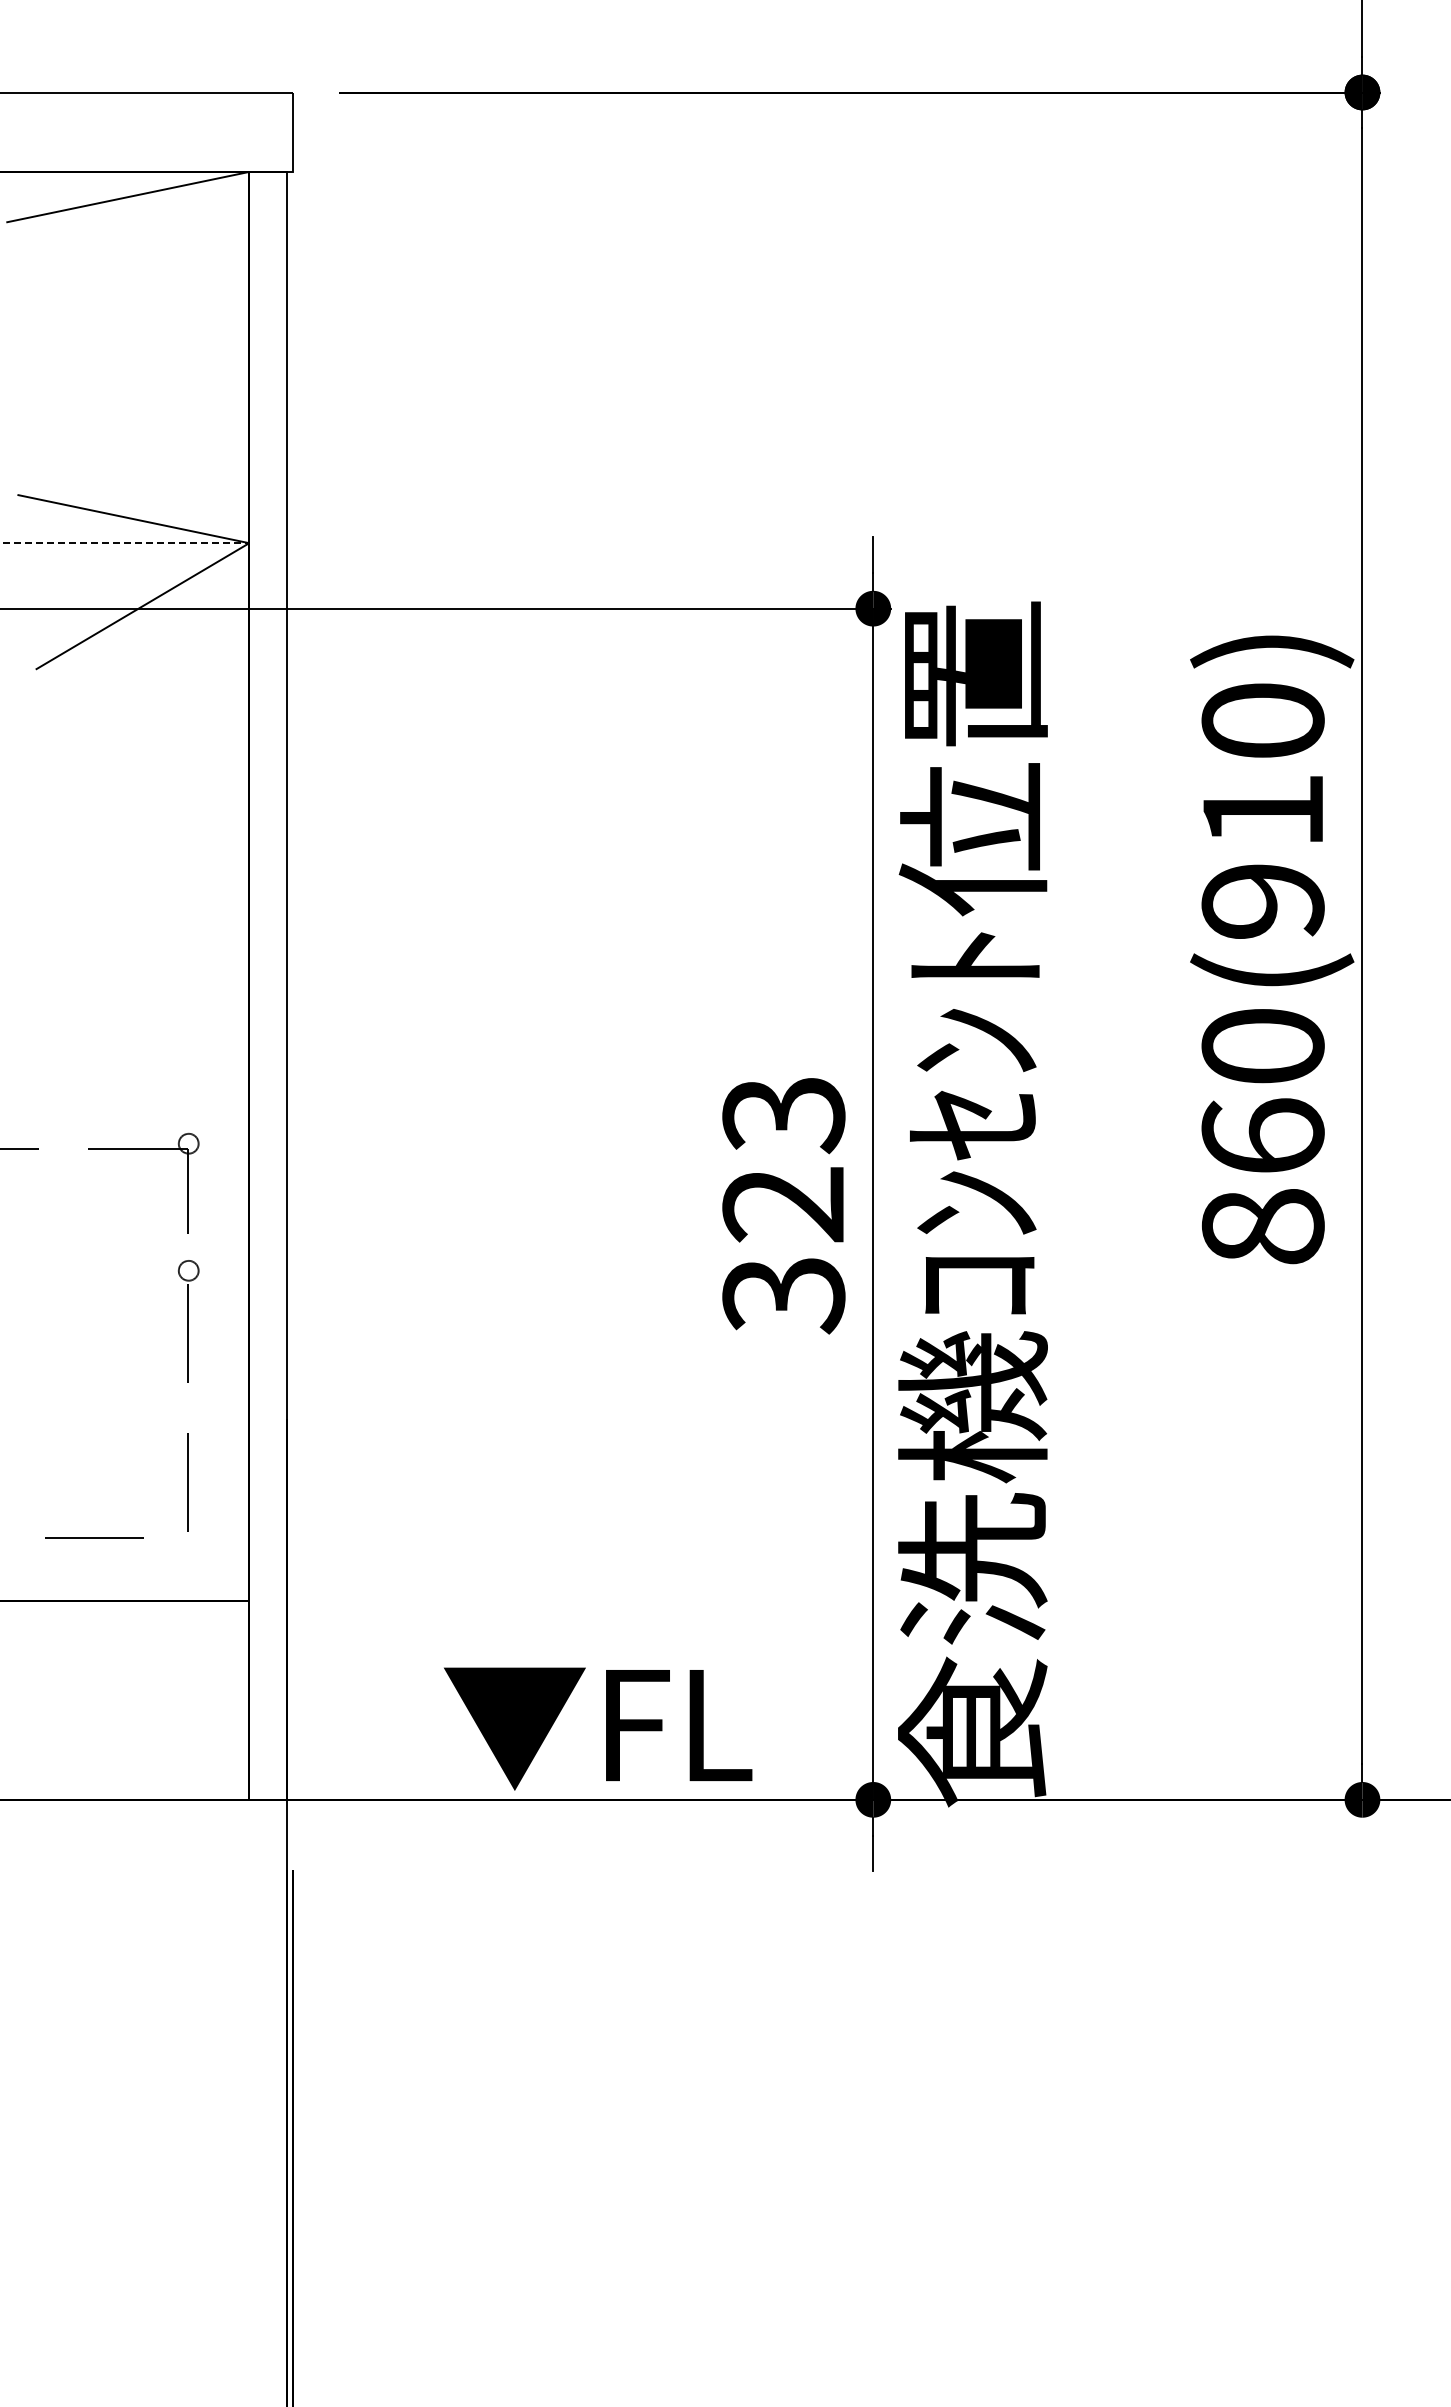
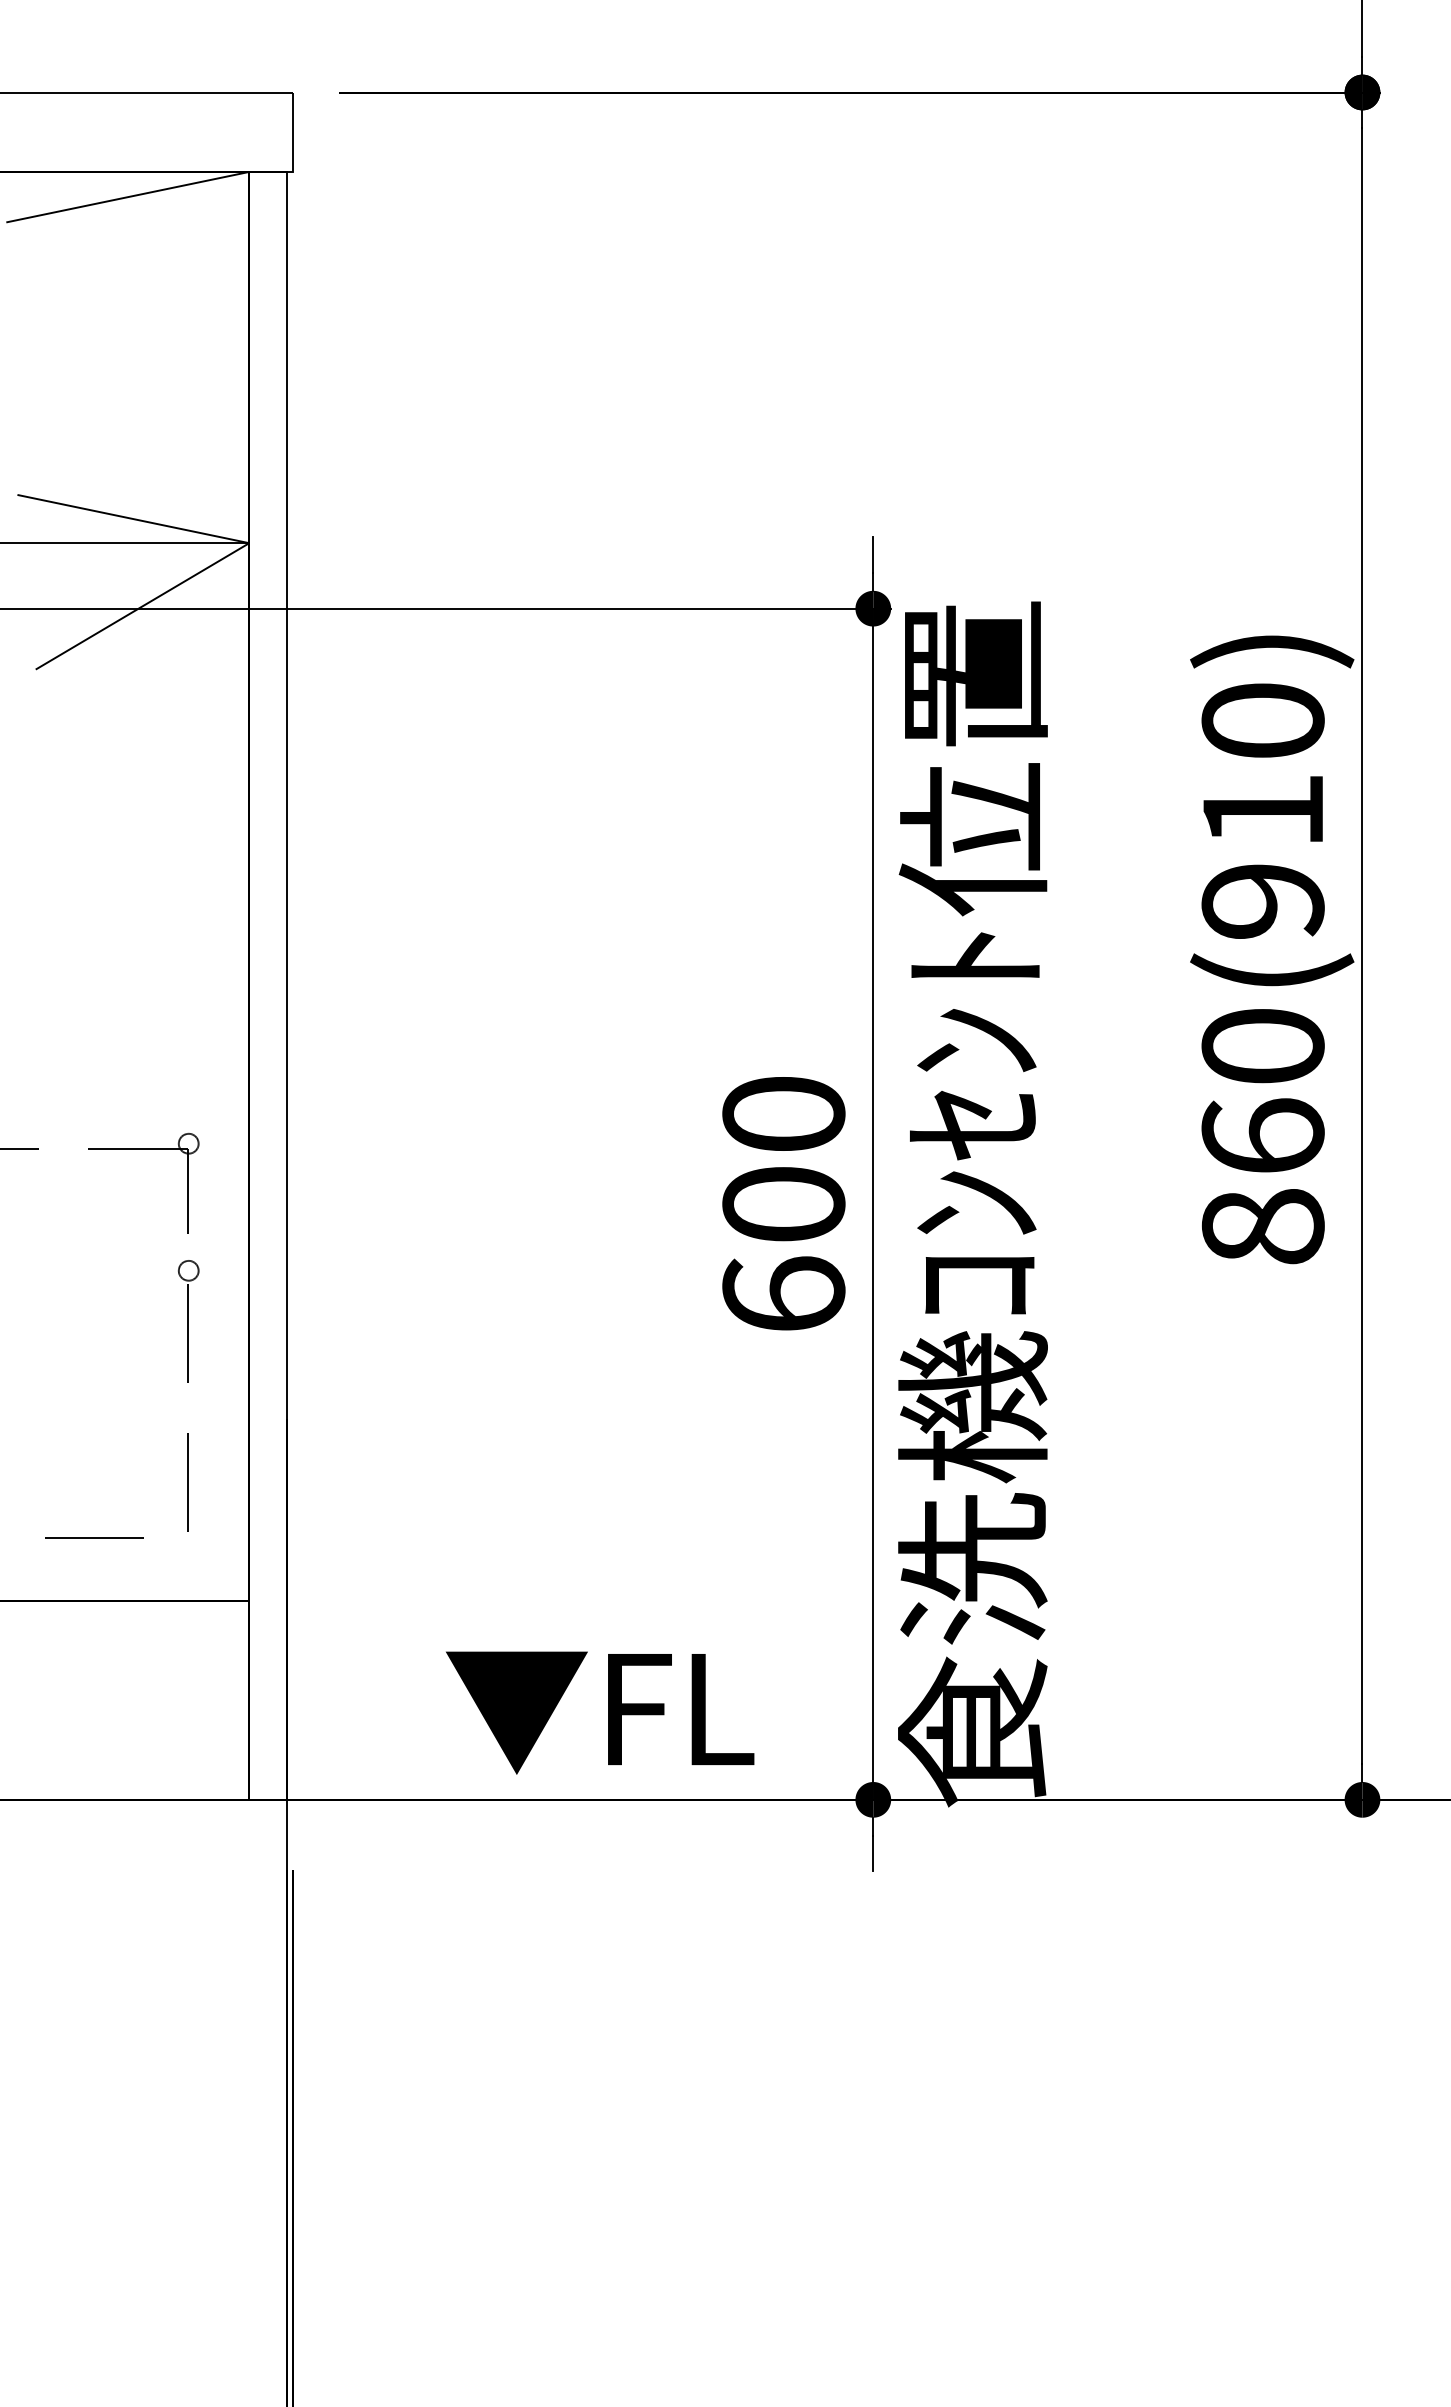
line at (125, 543): dashed -> solid
text at (783, 1205): 323 -> 600
text at (598, 1728) position: (598, 1728) -> (600, 1712)
